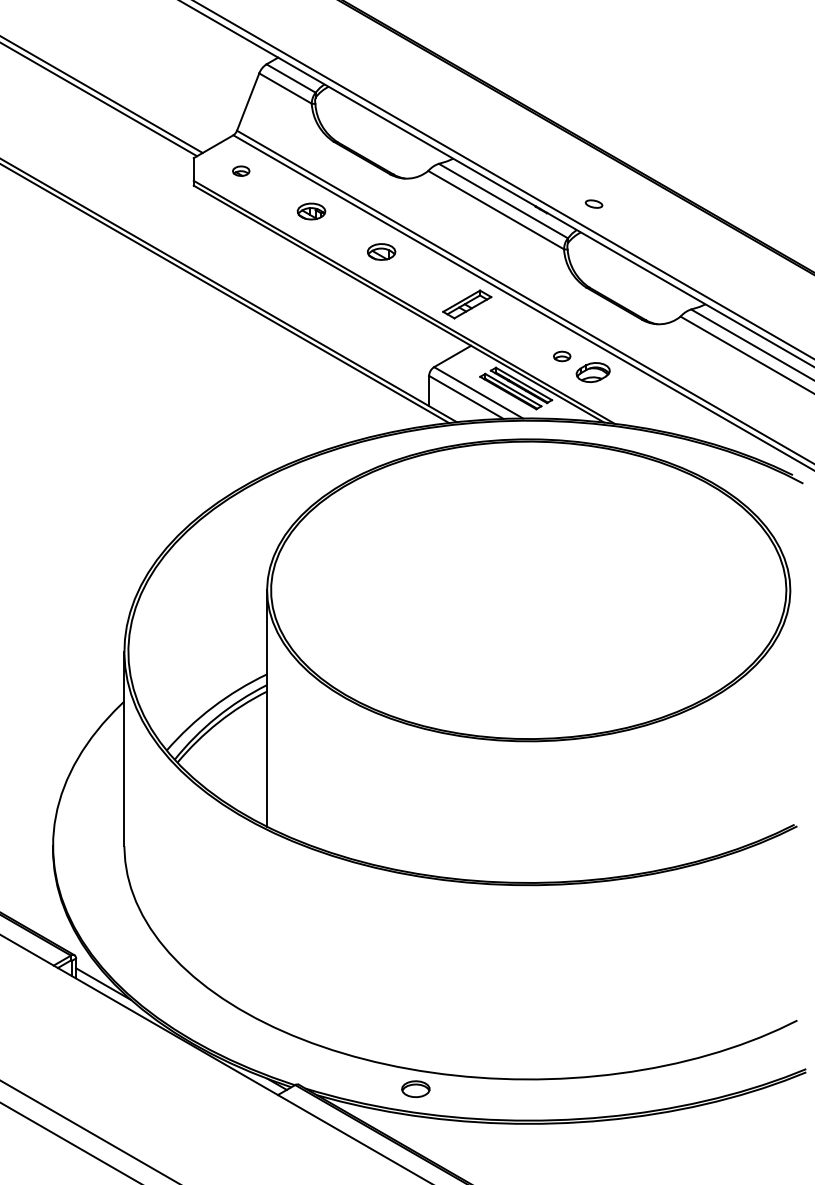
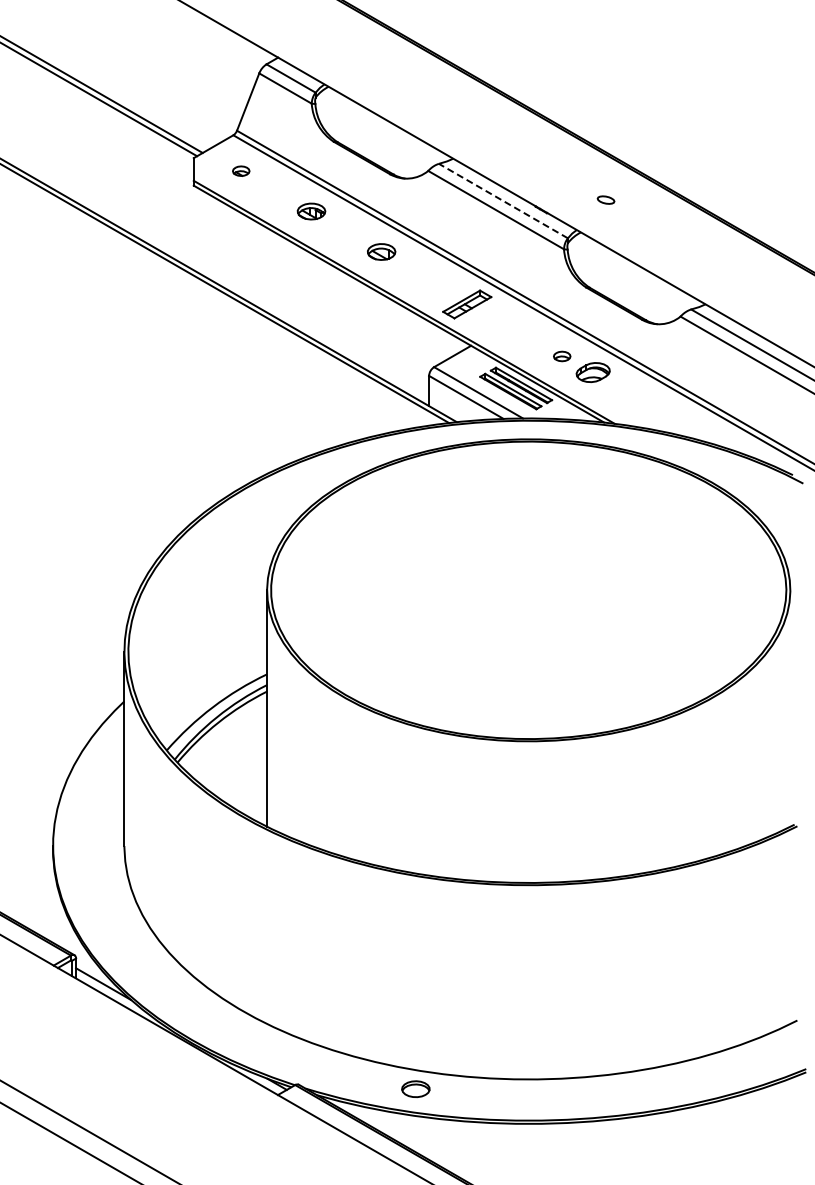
line at (503, 179): present -> none
line at (503, 200): solid -> dashed
part at (593, 203) position: (593, 203) -> (605, 199)
